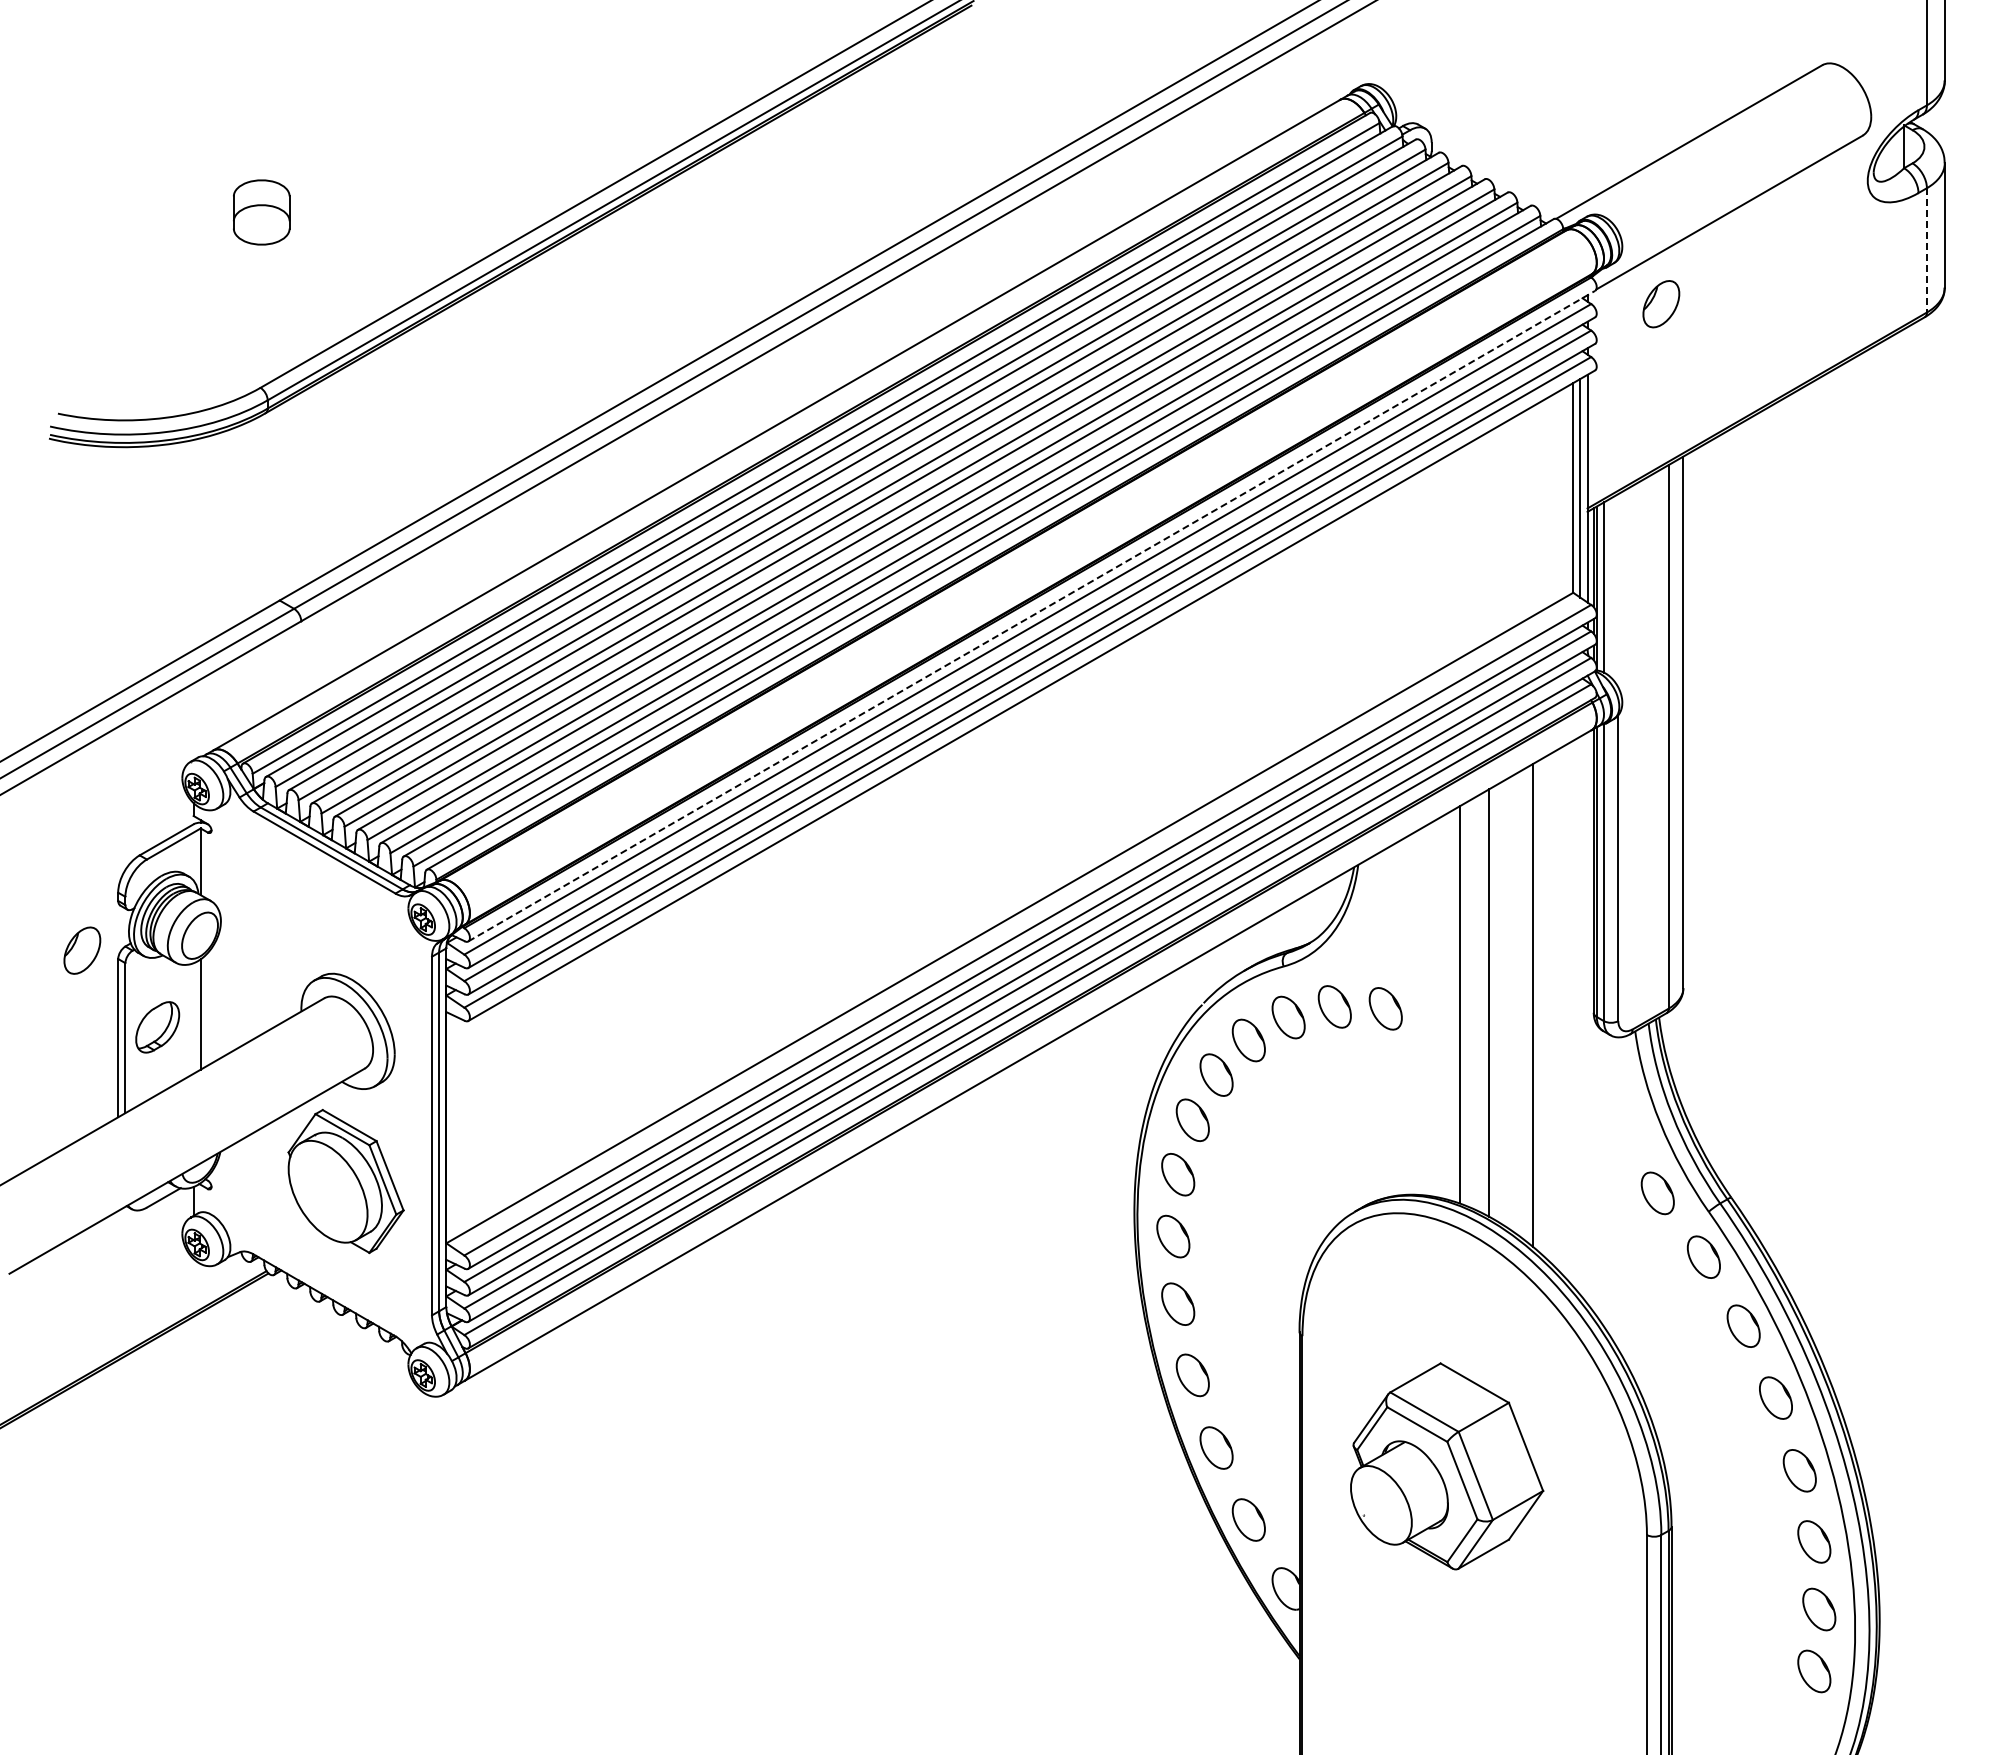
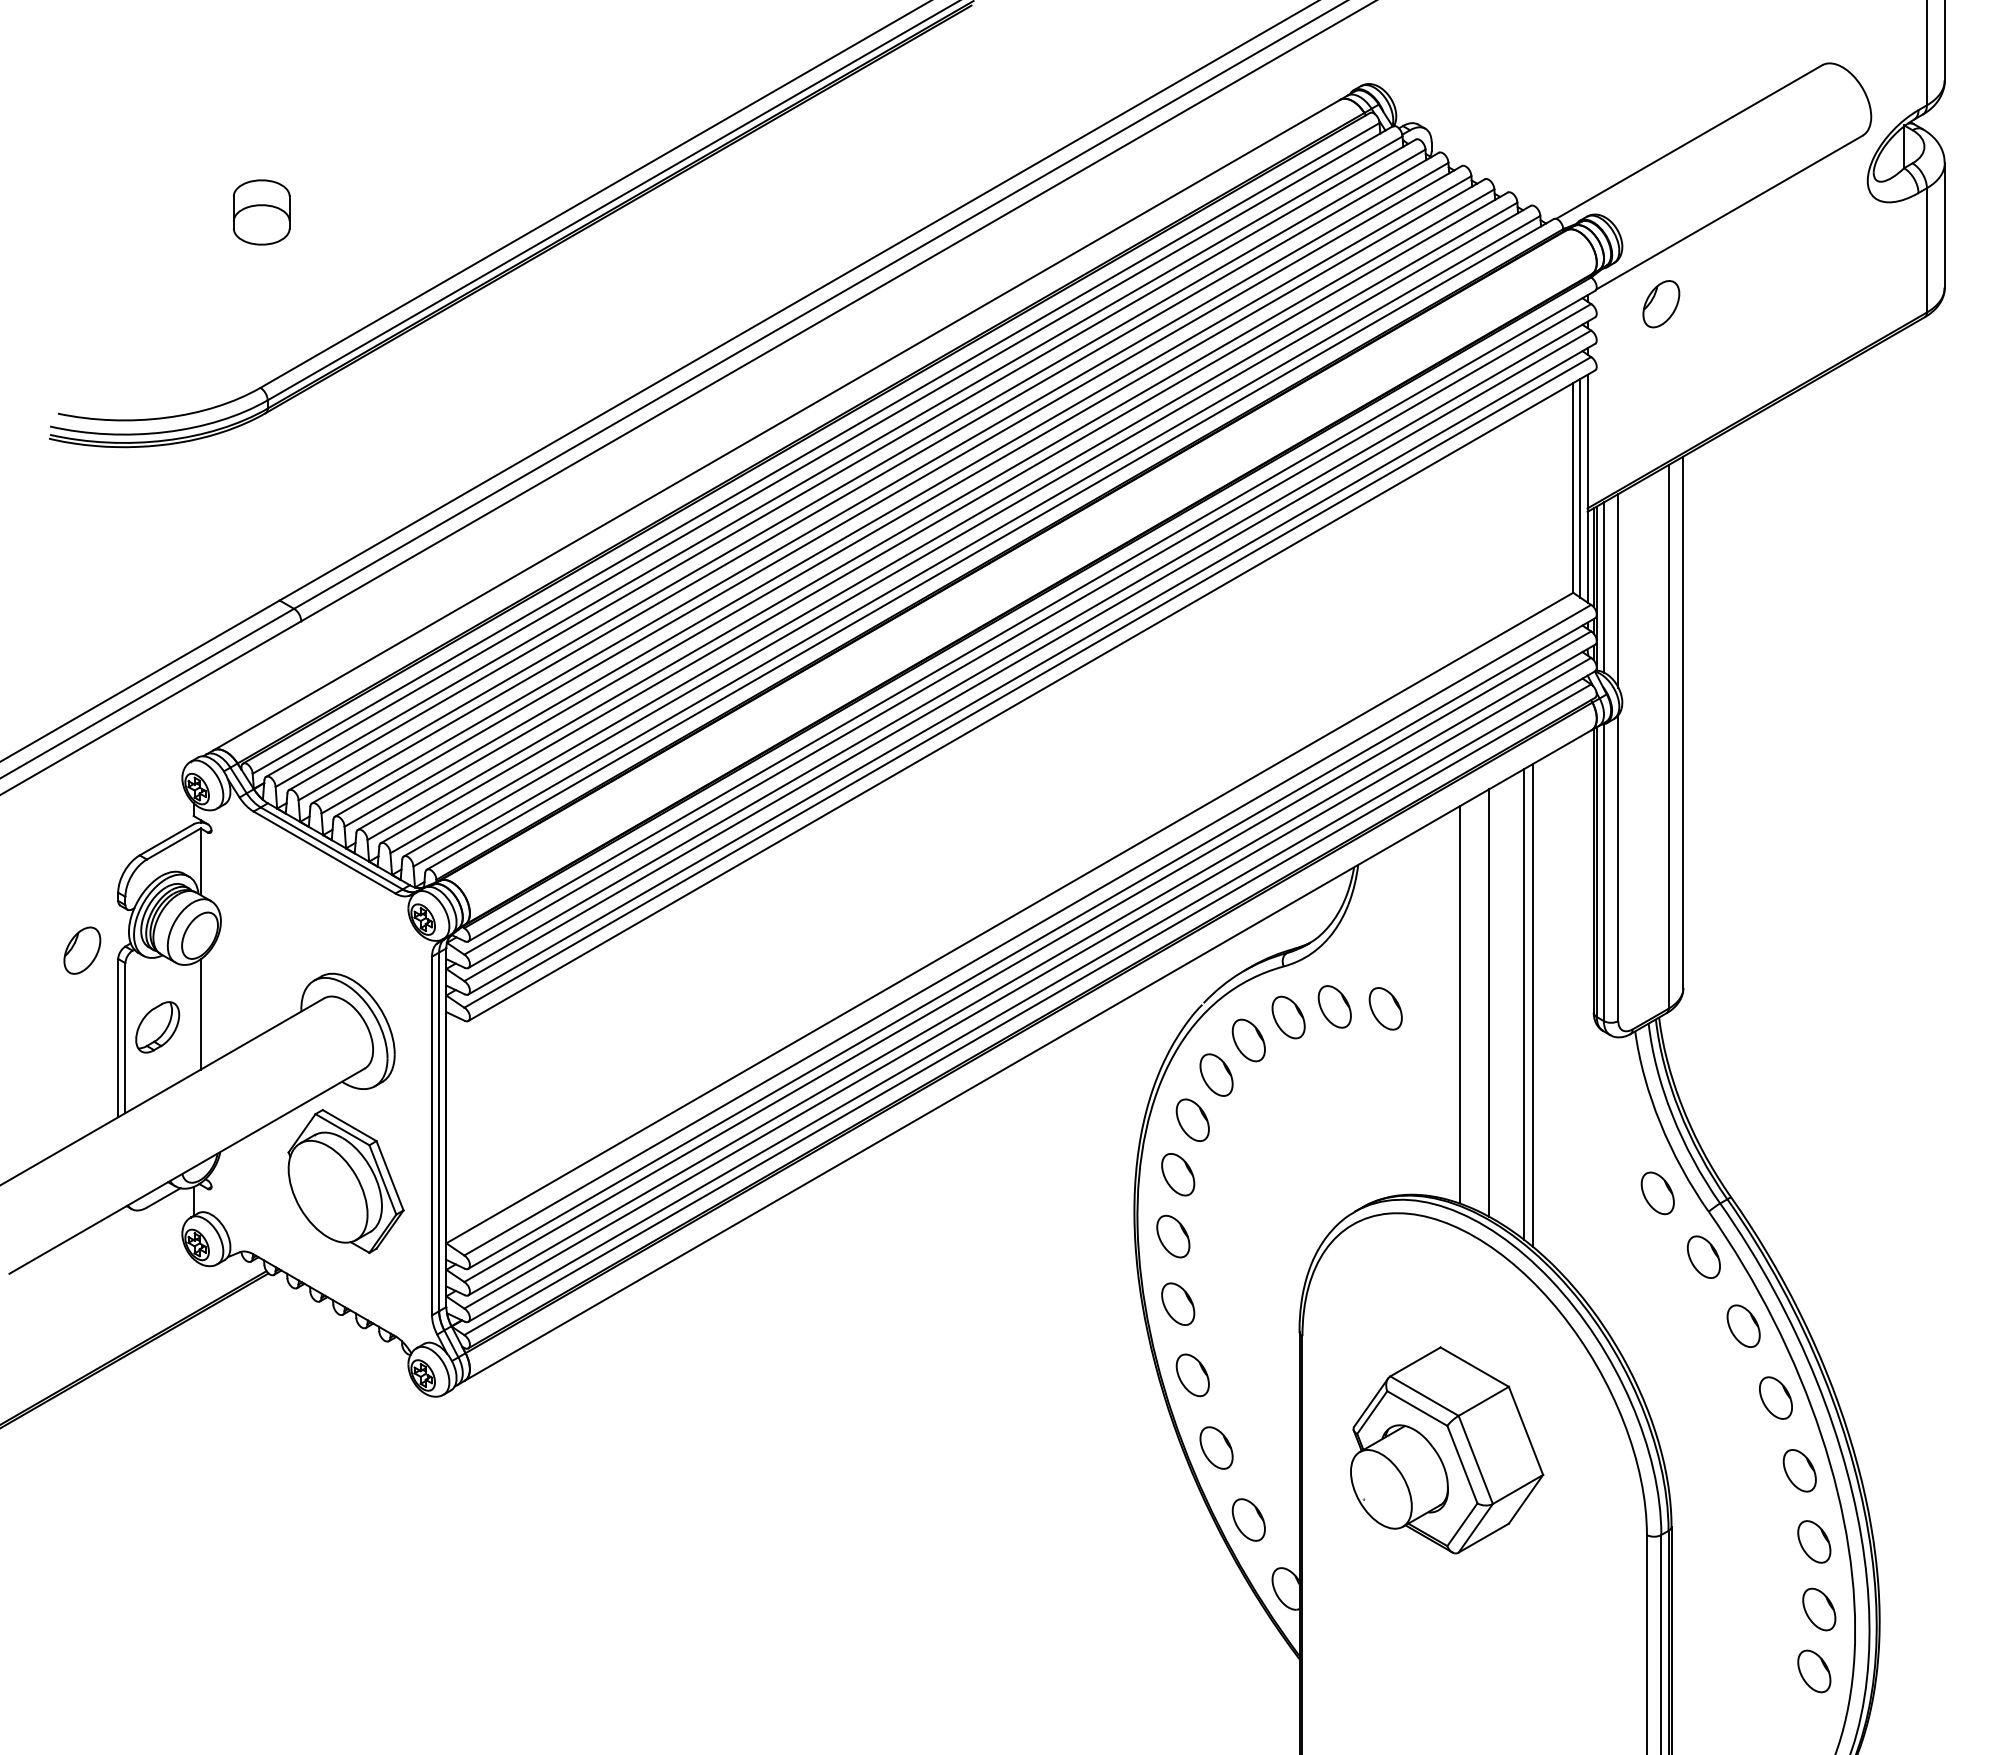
line at (1926, 250): dashed -> solid
line at (1618, 590): none -> present
line at (1031, 616): dashed -> solid
line at (1523, 1004): none -> present
part at (1447, 1466) position: (1447, 1466) -> (1447, 1450)
